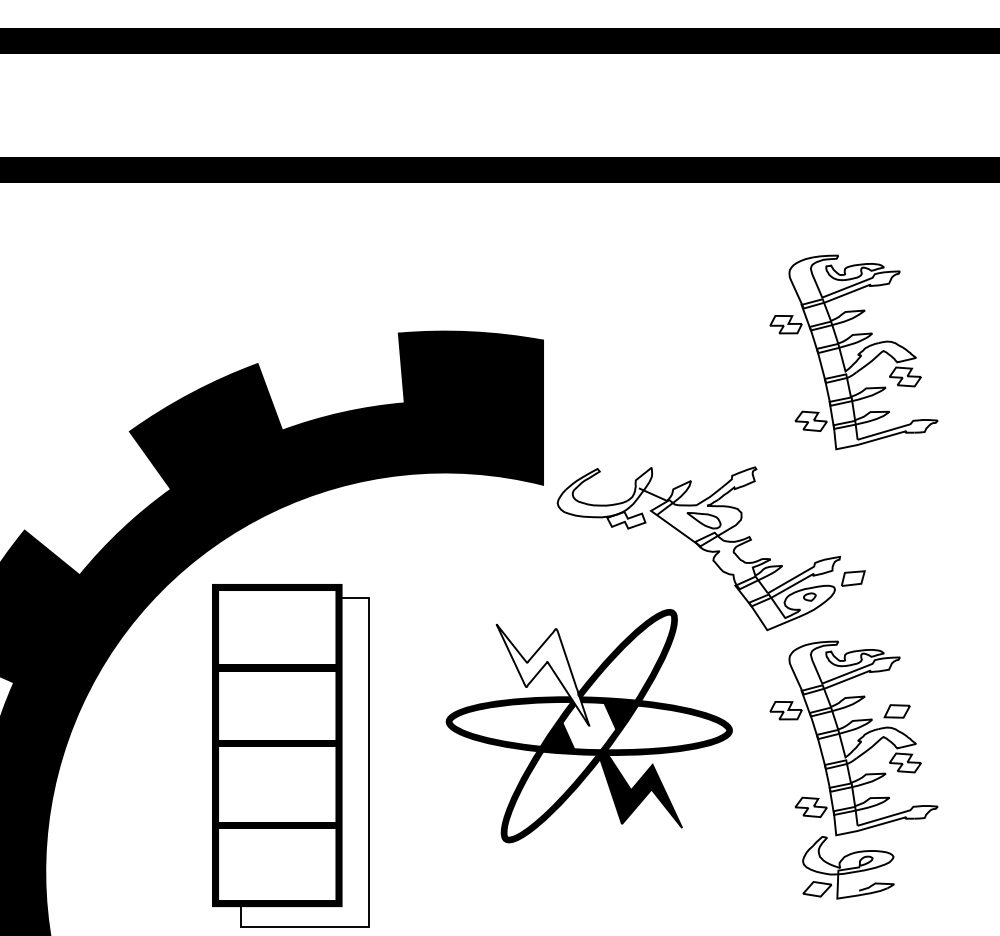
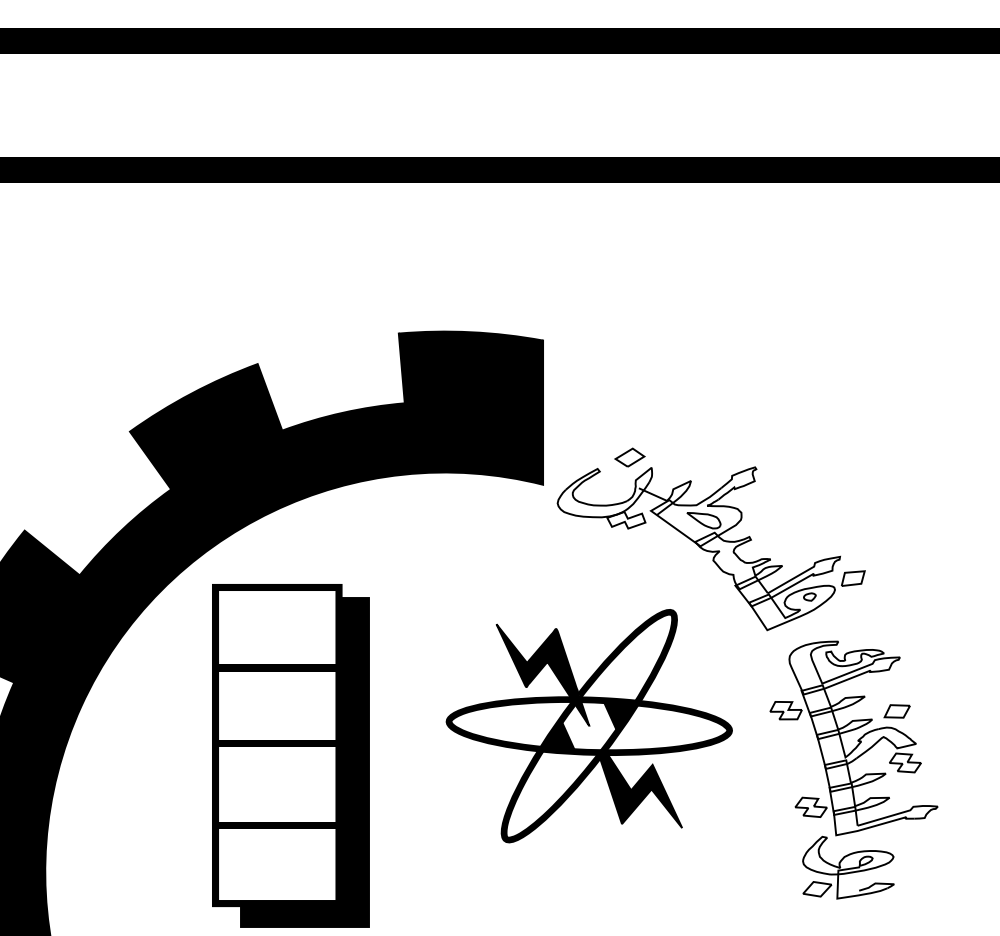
part at (853, 352): present -> none
part at (629, 457): none -> present
fill at (542, 675): none -> present
fill at (304, 761): none -> present
